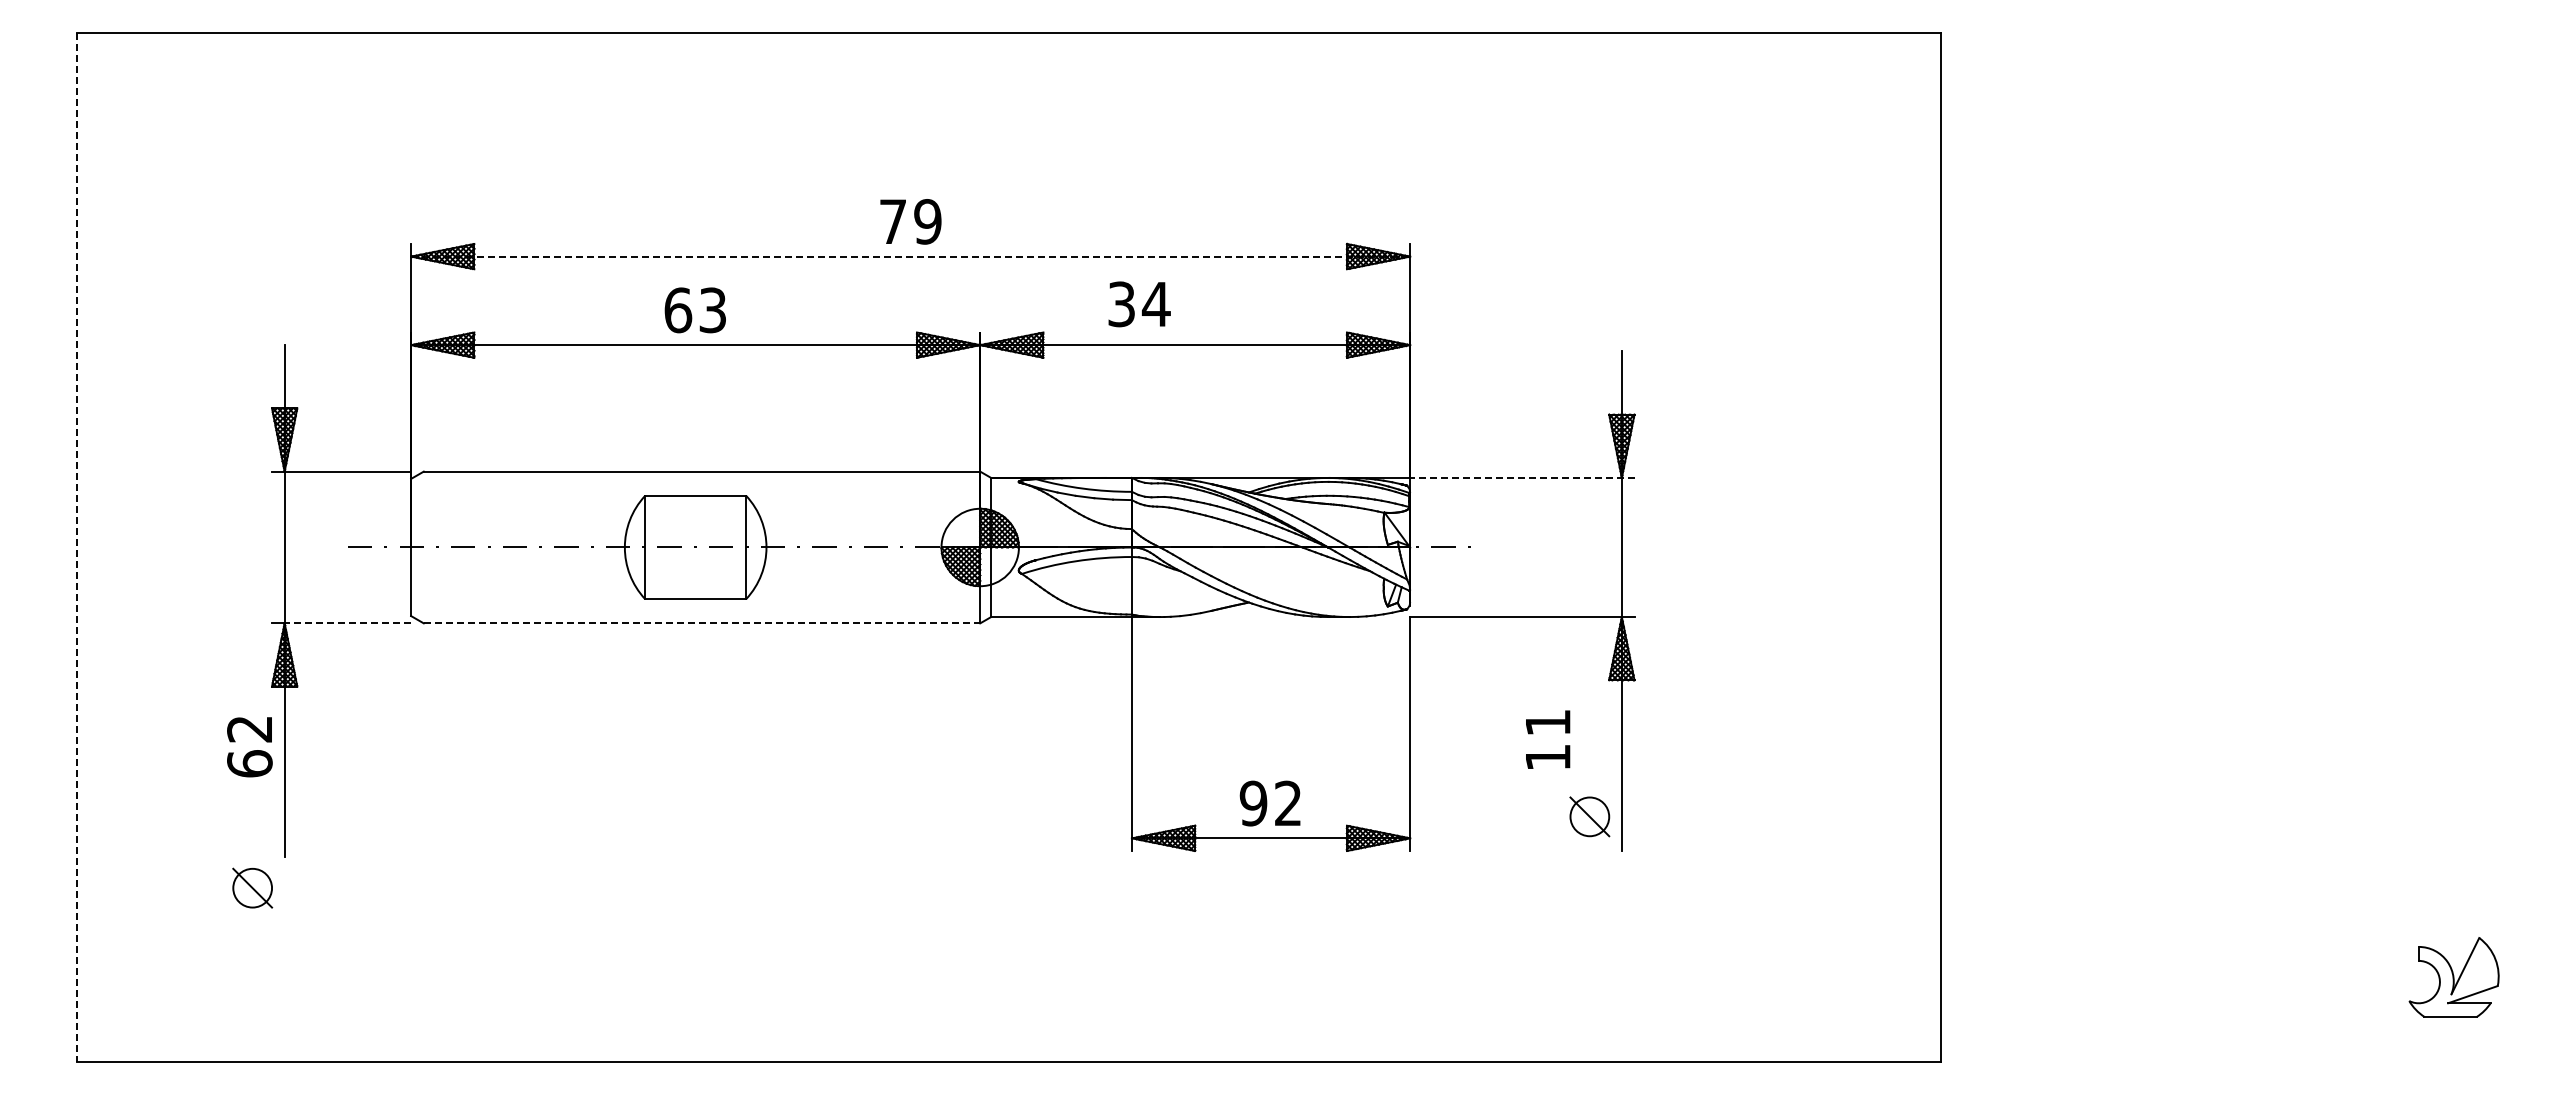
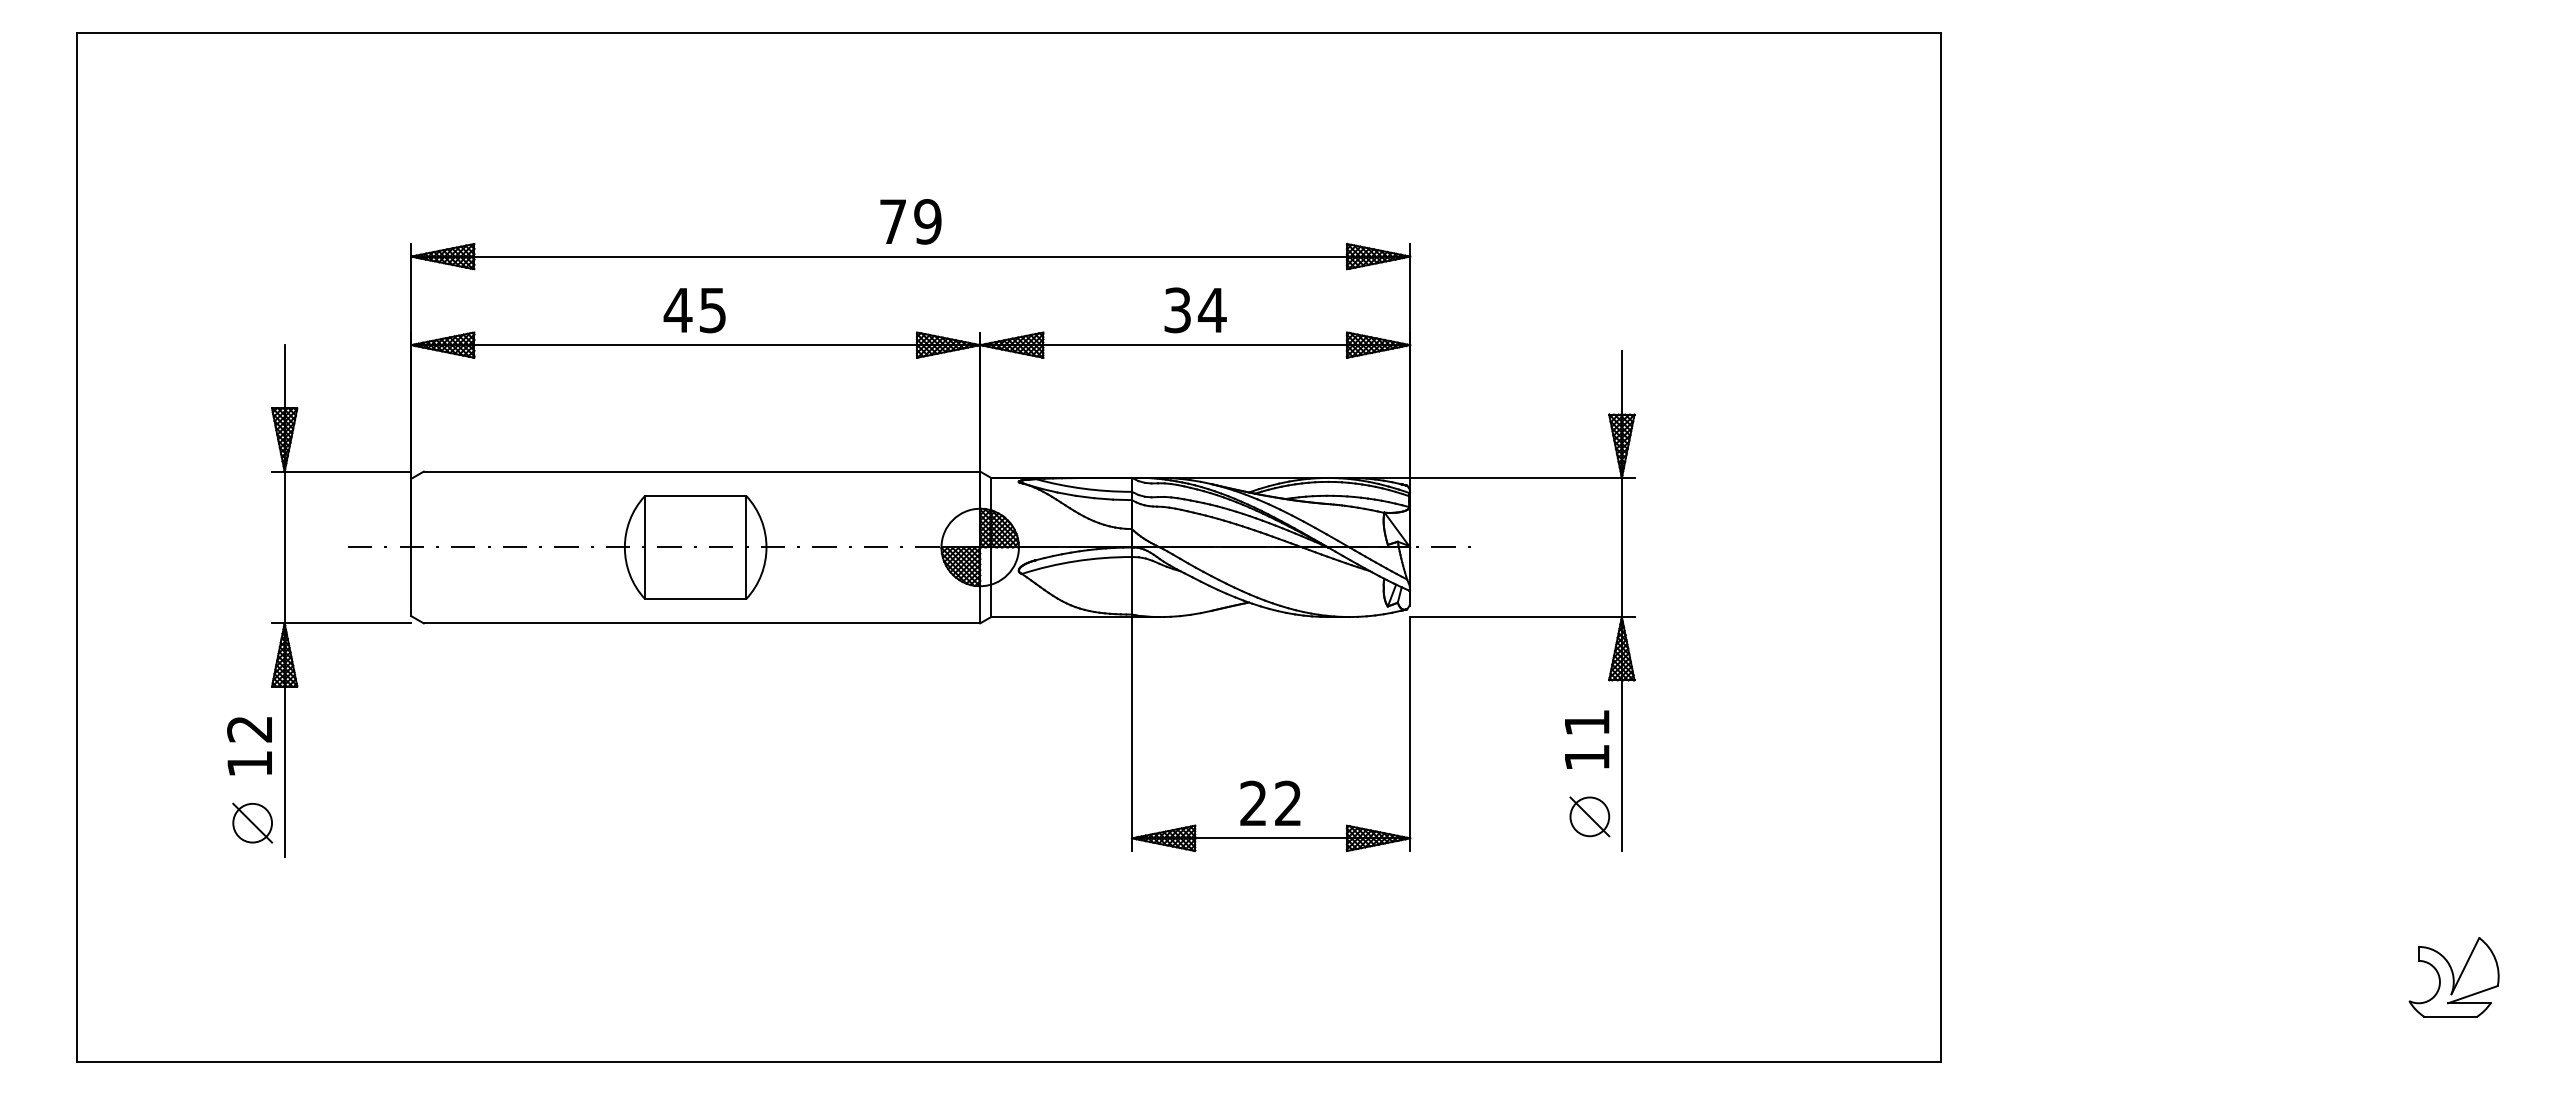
line at (910, 256): dashed -> solid
text at (1139, 304) position: (1139, 304) -> (1195, 310)
text at (694, 310): 63 -> 45
line at (1521, 477): dashed -> solid
line at (77, 547): dashed -> solid
line at (347, 623): dashed -> solid
line at (702, 623): dashed -> solid
text at (1548, 739) position: (1548, 739) -> (1587, 739)
text at (249, 763): 62 -> 12
text at (1253, 803): 92 -> 22
part at (252, 887) position: (252, 887) -> (252, 822)
